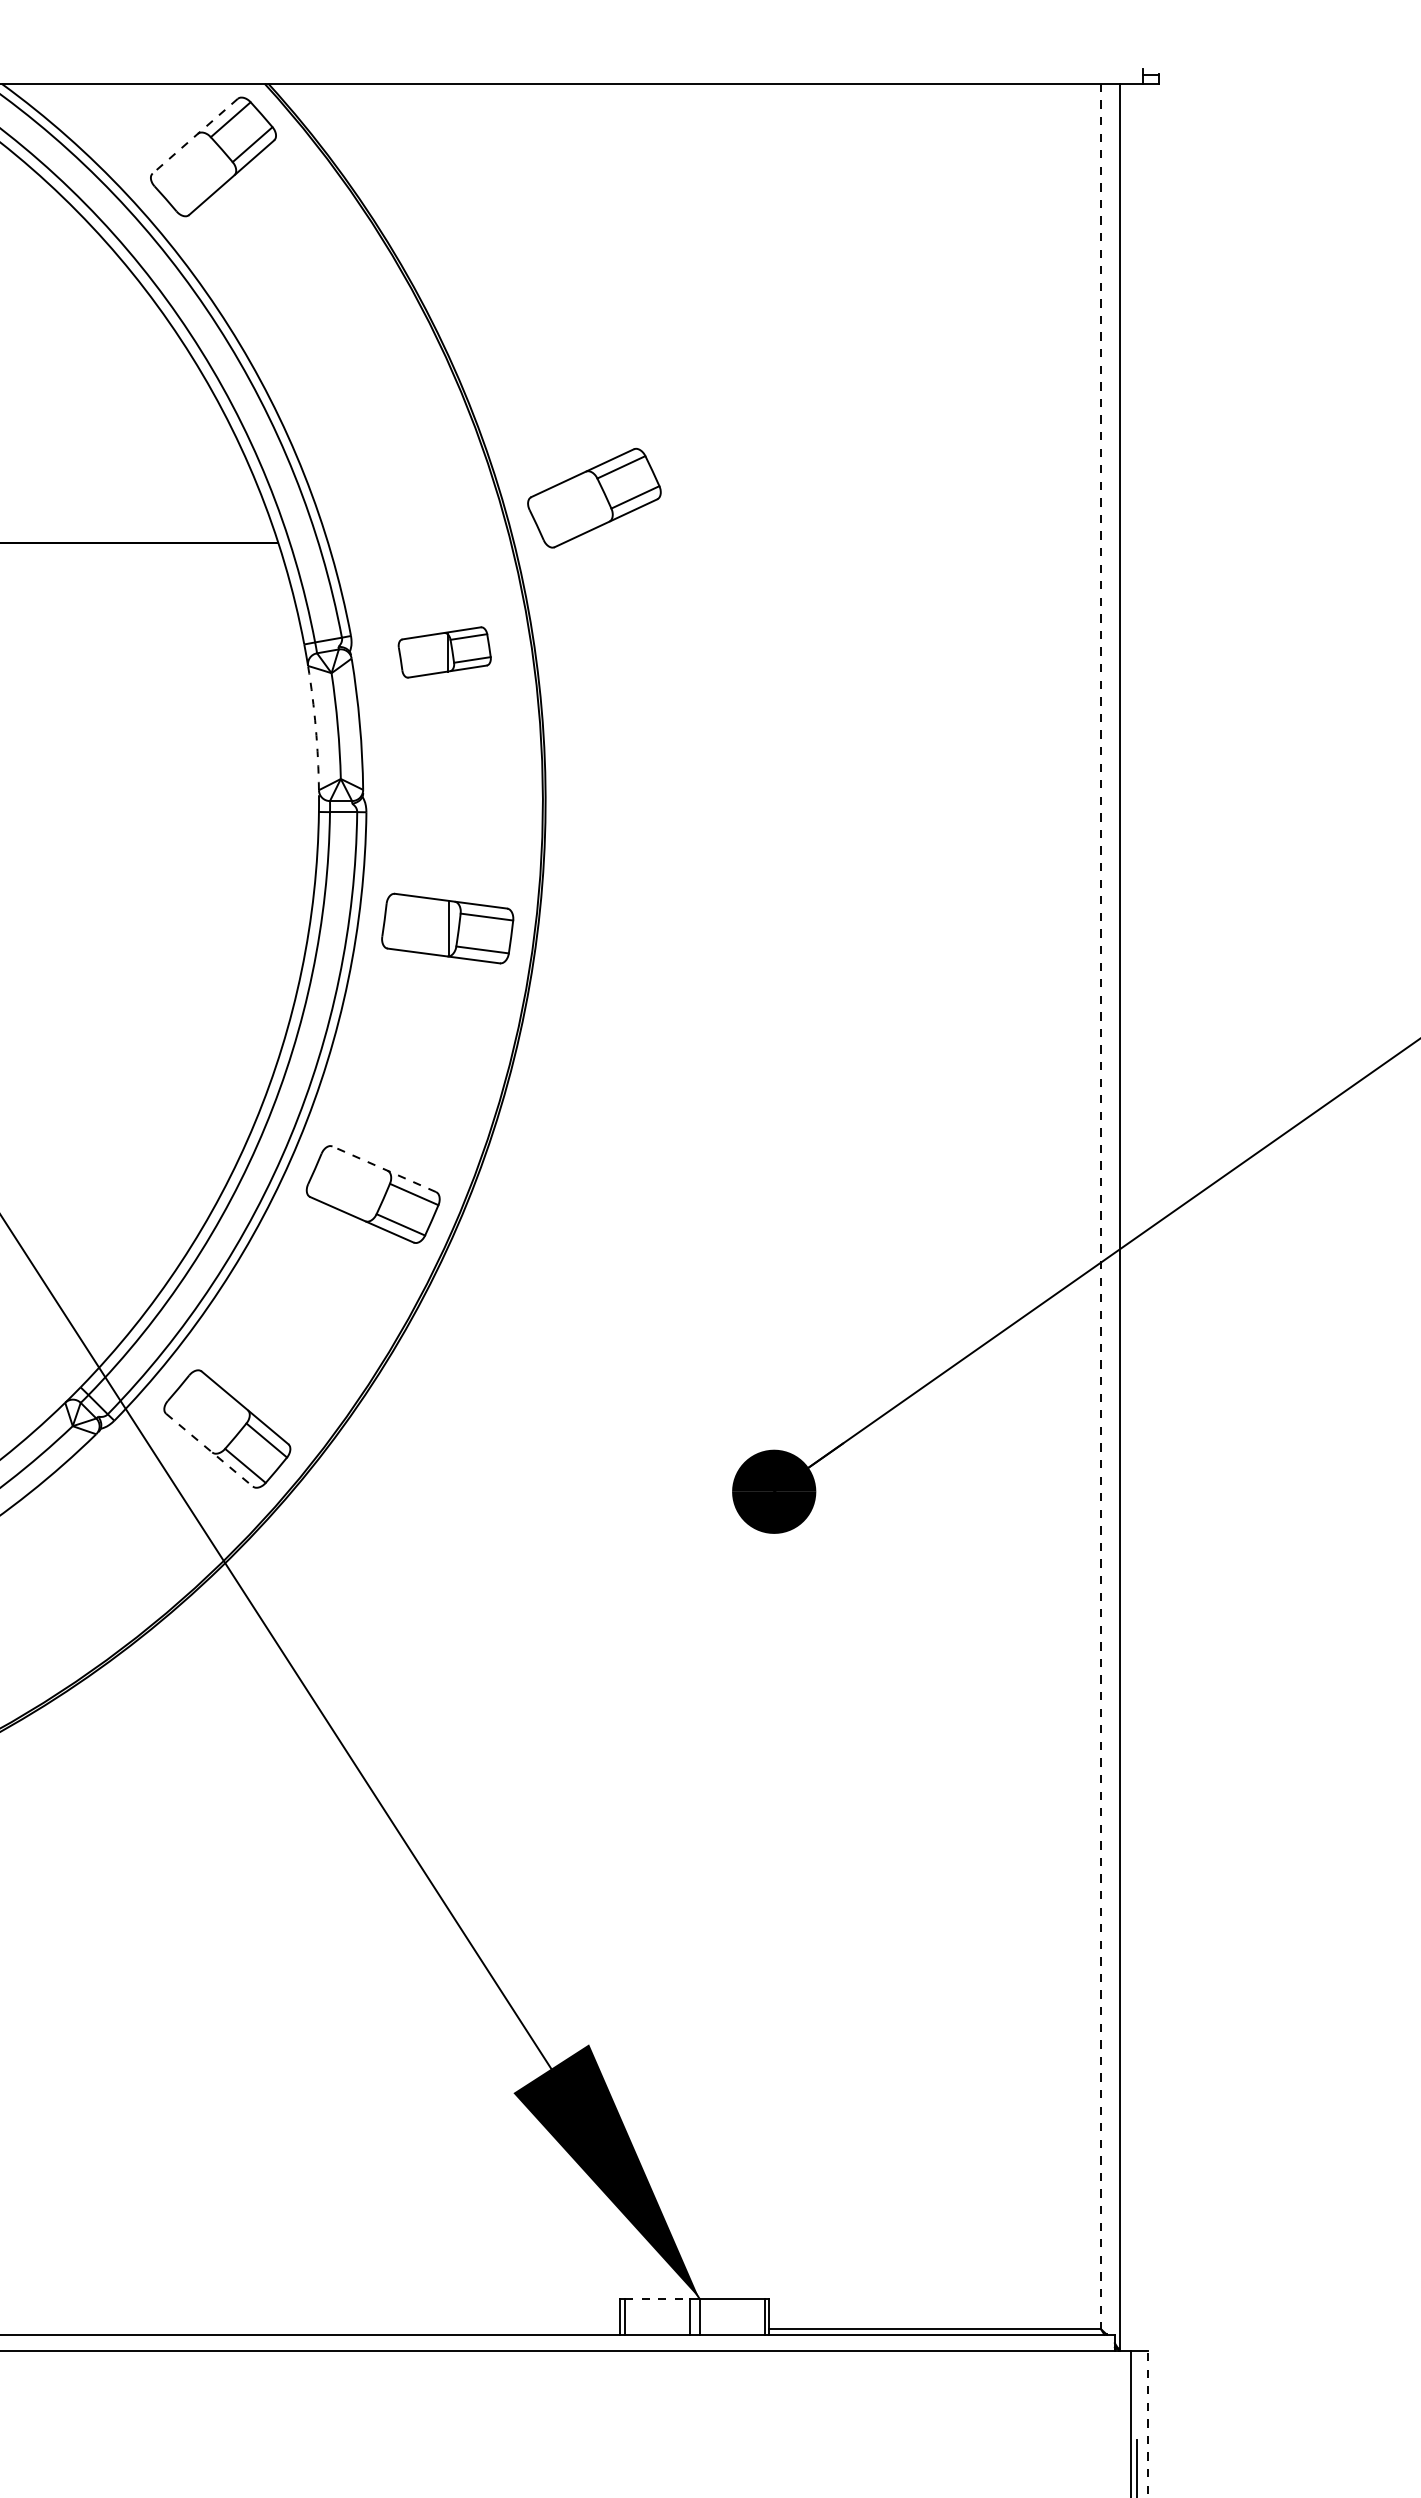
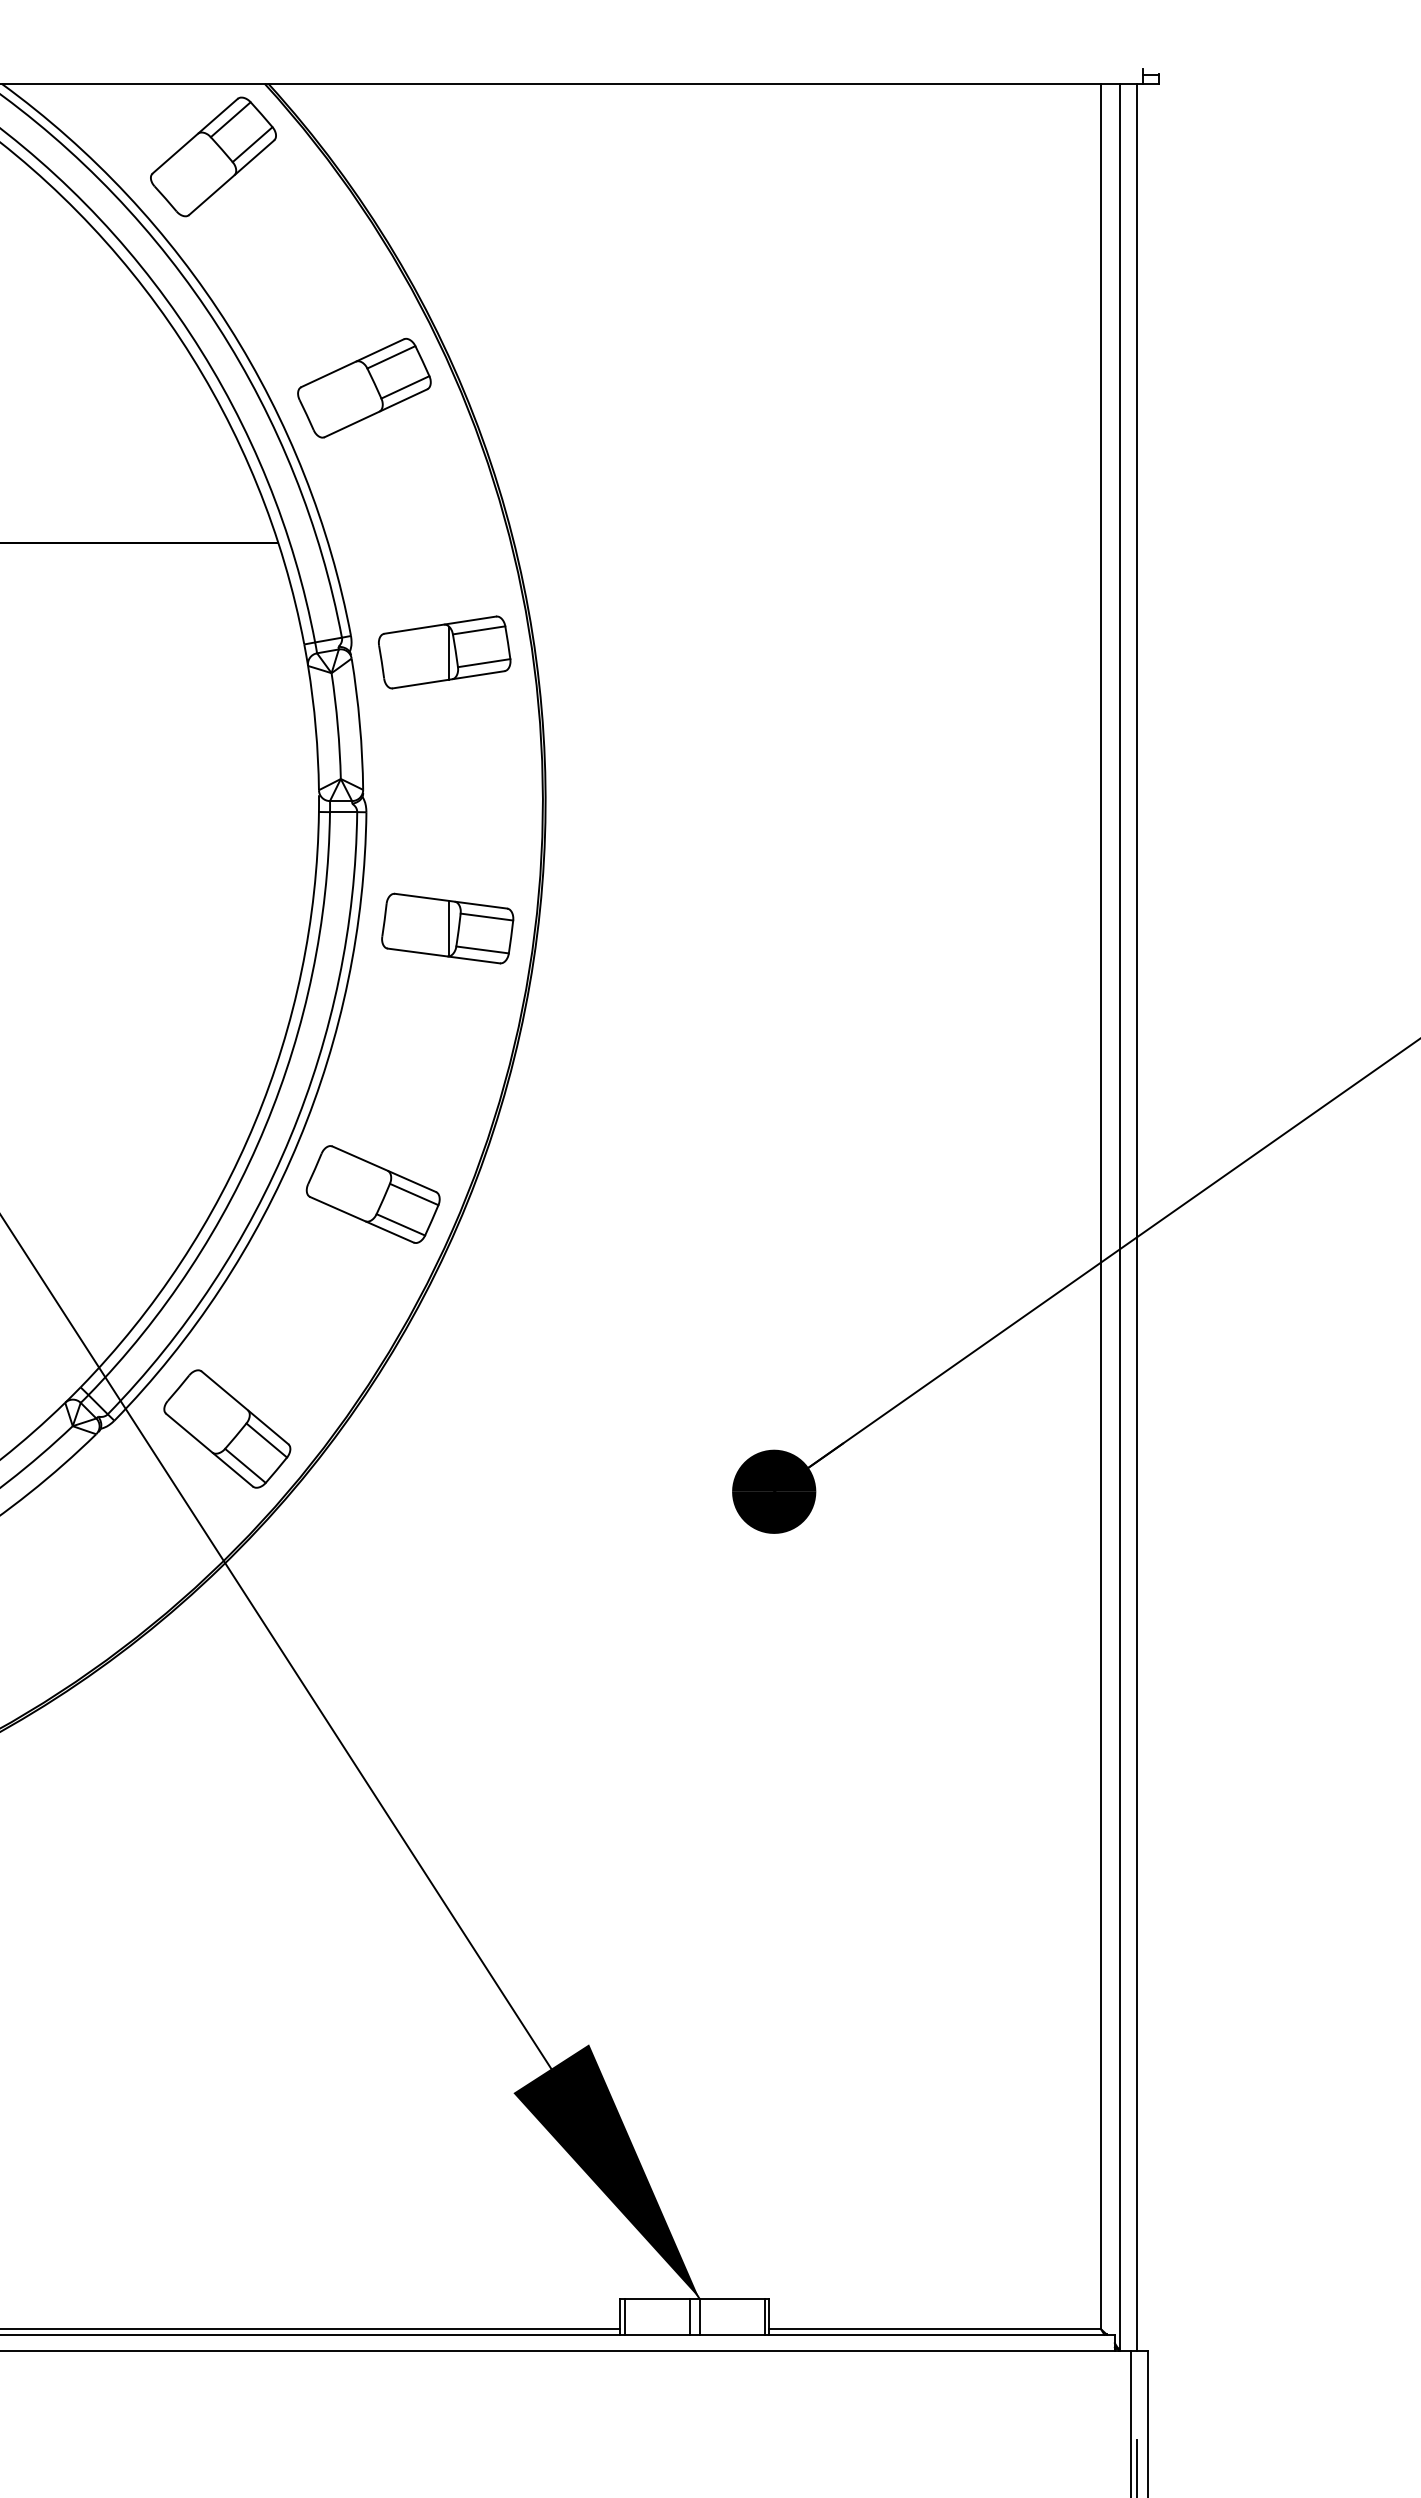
line at (195, 136): dashed -> solid
part at (594, 497) position: (594, 497) -> (364, 387)
part at (444, 652) size: 95x53 px -> 134x75 px
arc at (315, 727): dashed -> solid
line at (384, 1169): dashed -> solid
line at (1101, 1206): dashed -> solid
line at (1136, 1217): none -> present
line at (209, 1450): dashed -> solid
line at (657, 2298): dashed -> solid
line at (311, 2329): none -> present
line at (1148, 2424): dashed -> solid
